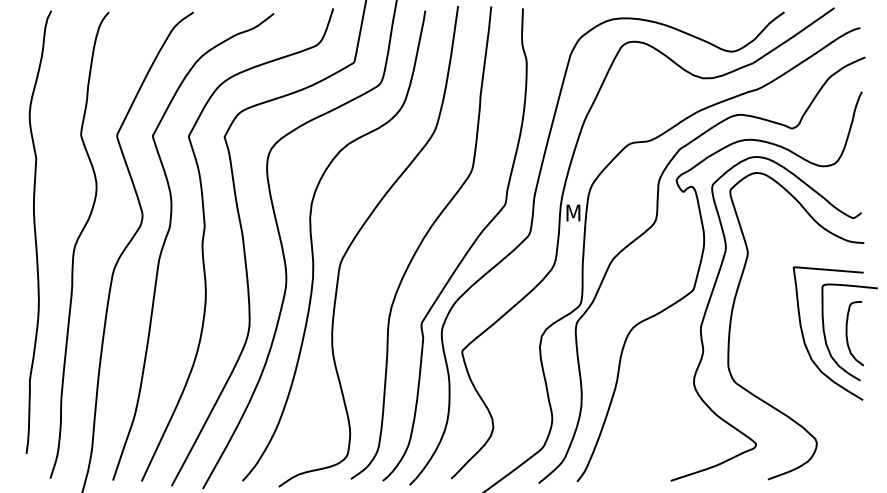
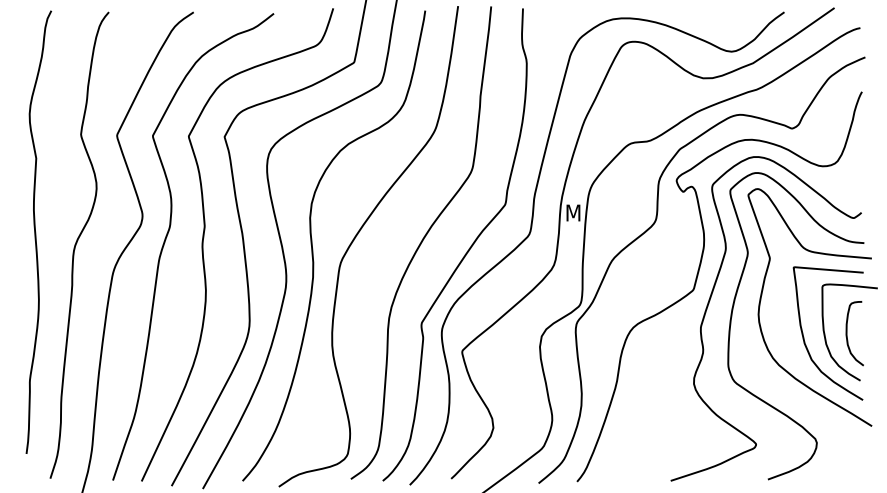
curve at (762, 295): none -> present
